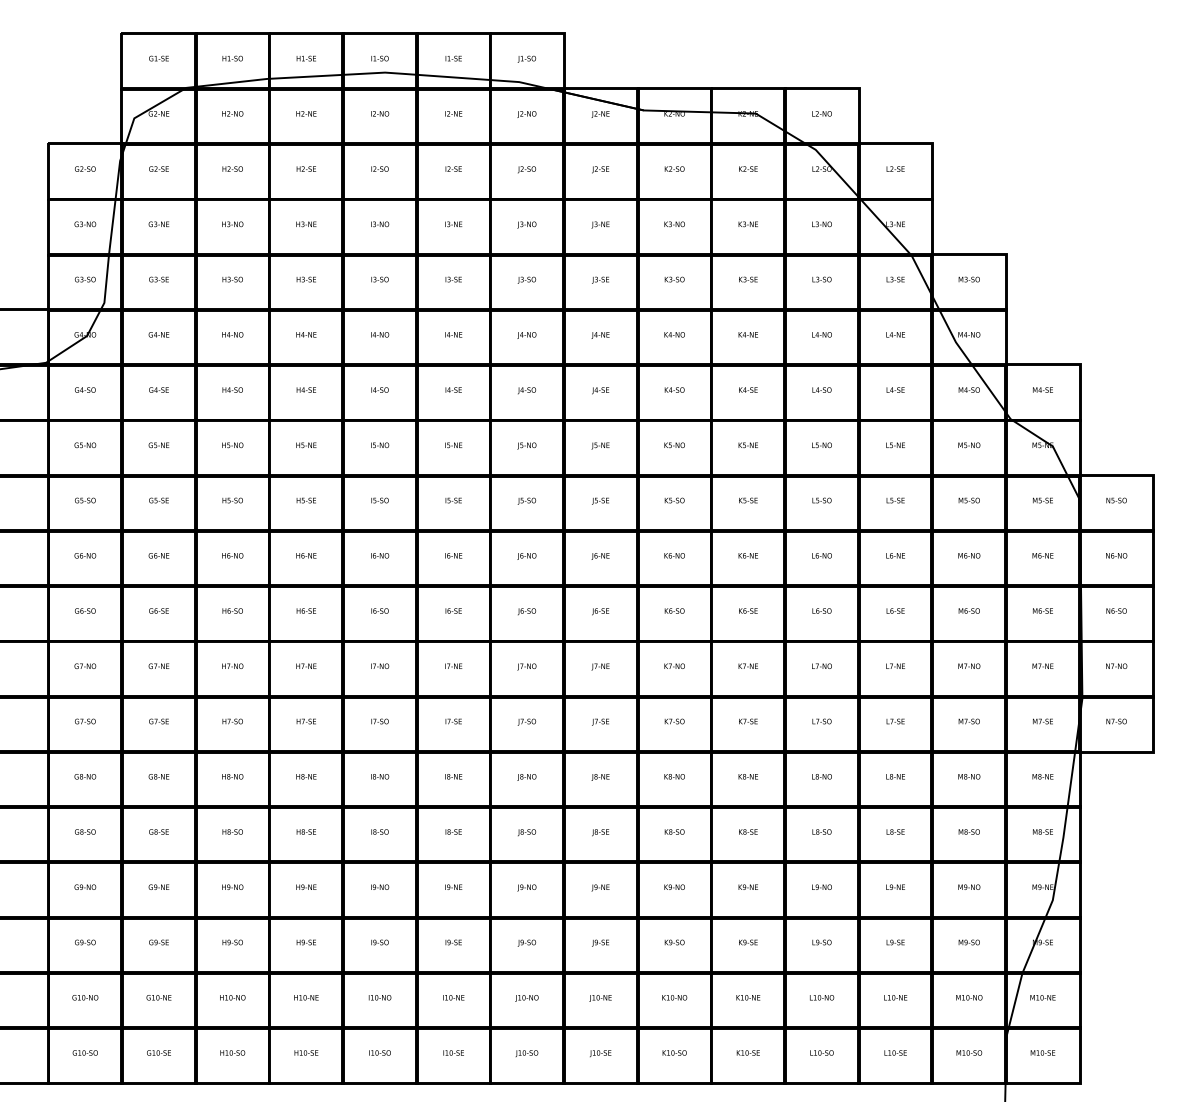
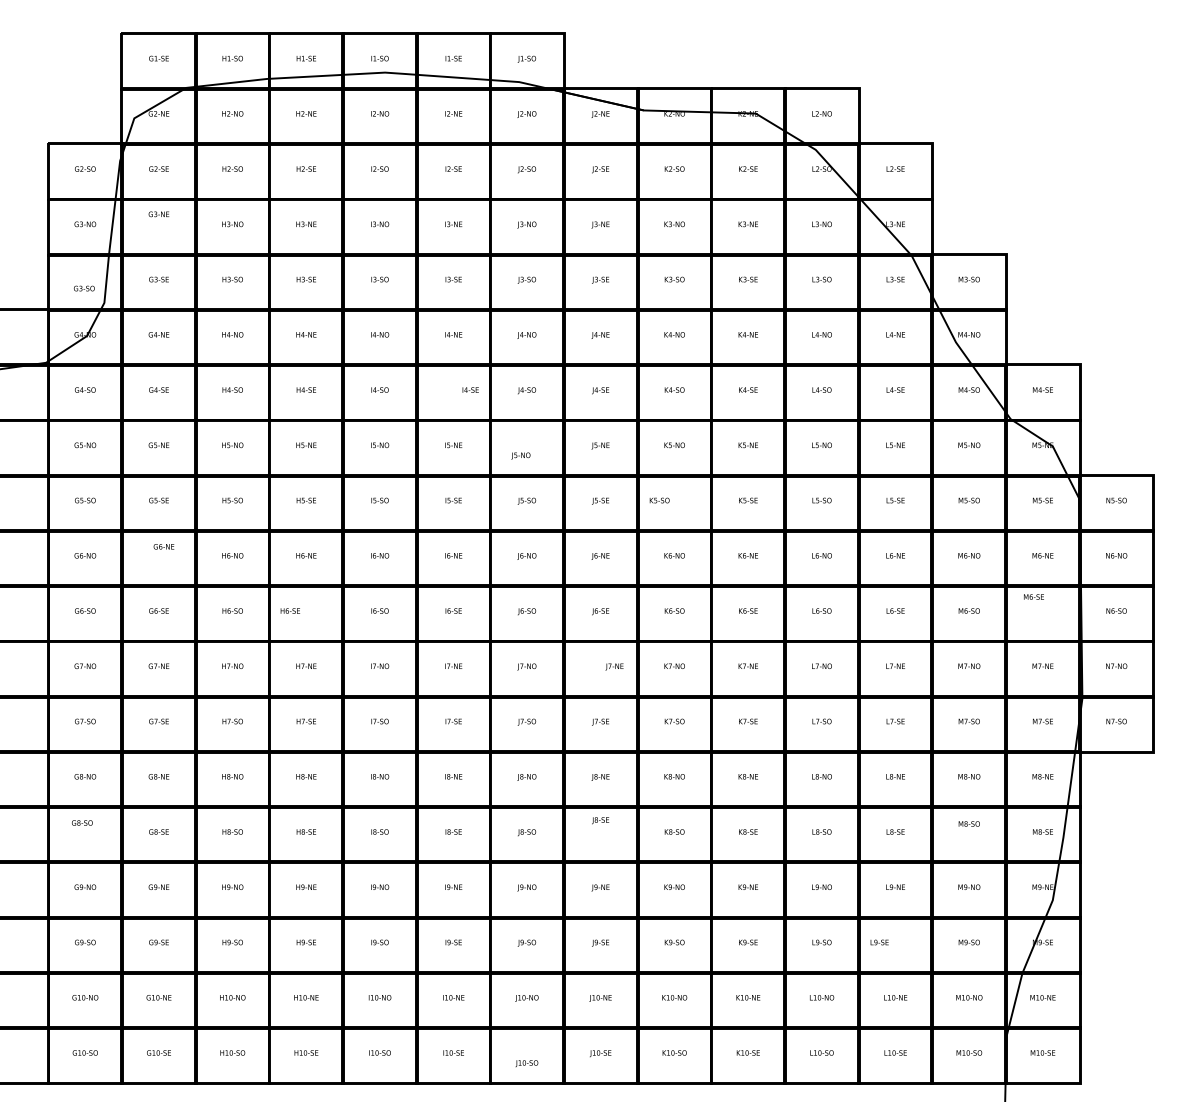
text at (158, 224) position: (158, 224) -> (158, 214)
text at (85, 279) position: (85, 279) -> (84, 288)
text at (453, 389) position: (453, 389) -> (470, 389)
text at (526, 445) position: (526, 445) -> (520, 455)
text at (674, 500) position: (674, 500) -> (659, 500)
text at (158, 555) position: (158, 555) -> (163, 546)
text at (305, 610) position: (305, 610) -> (289, 610)
text at (1042, 610) position: (1042, 610) -> (1033, 596)
text at (600, 666) position: (600, 666) -> (614, 666)
text at (85, 831) position: (85, 831) -> (82, 822)
text at (968, 831) position: (968, 831) -> (968, 823)
text at (600, 832) position: (600, 832) -> (600, 820)
text at (895, 942) position: (895, 942) -> (879, 942)
text at (526, 1053) position: (526, 1053) -> (526, 1063)
